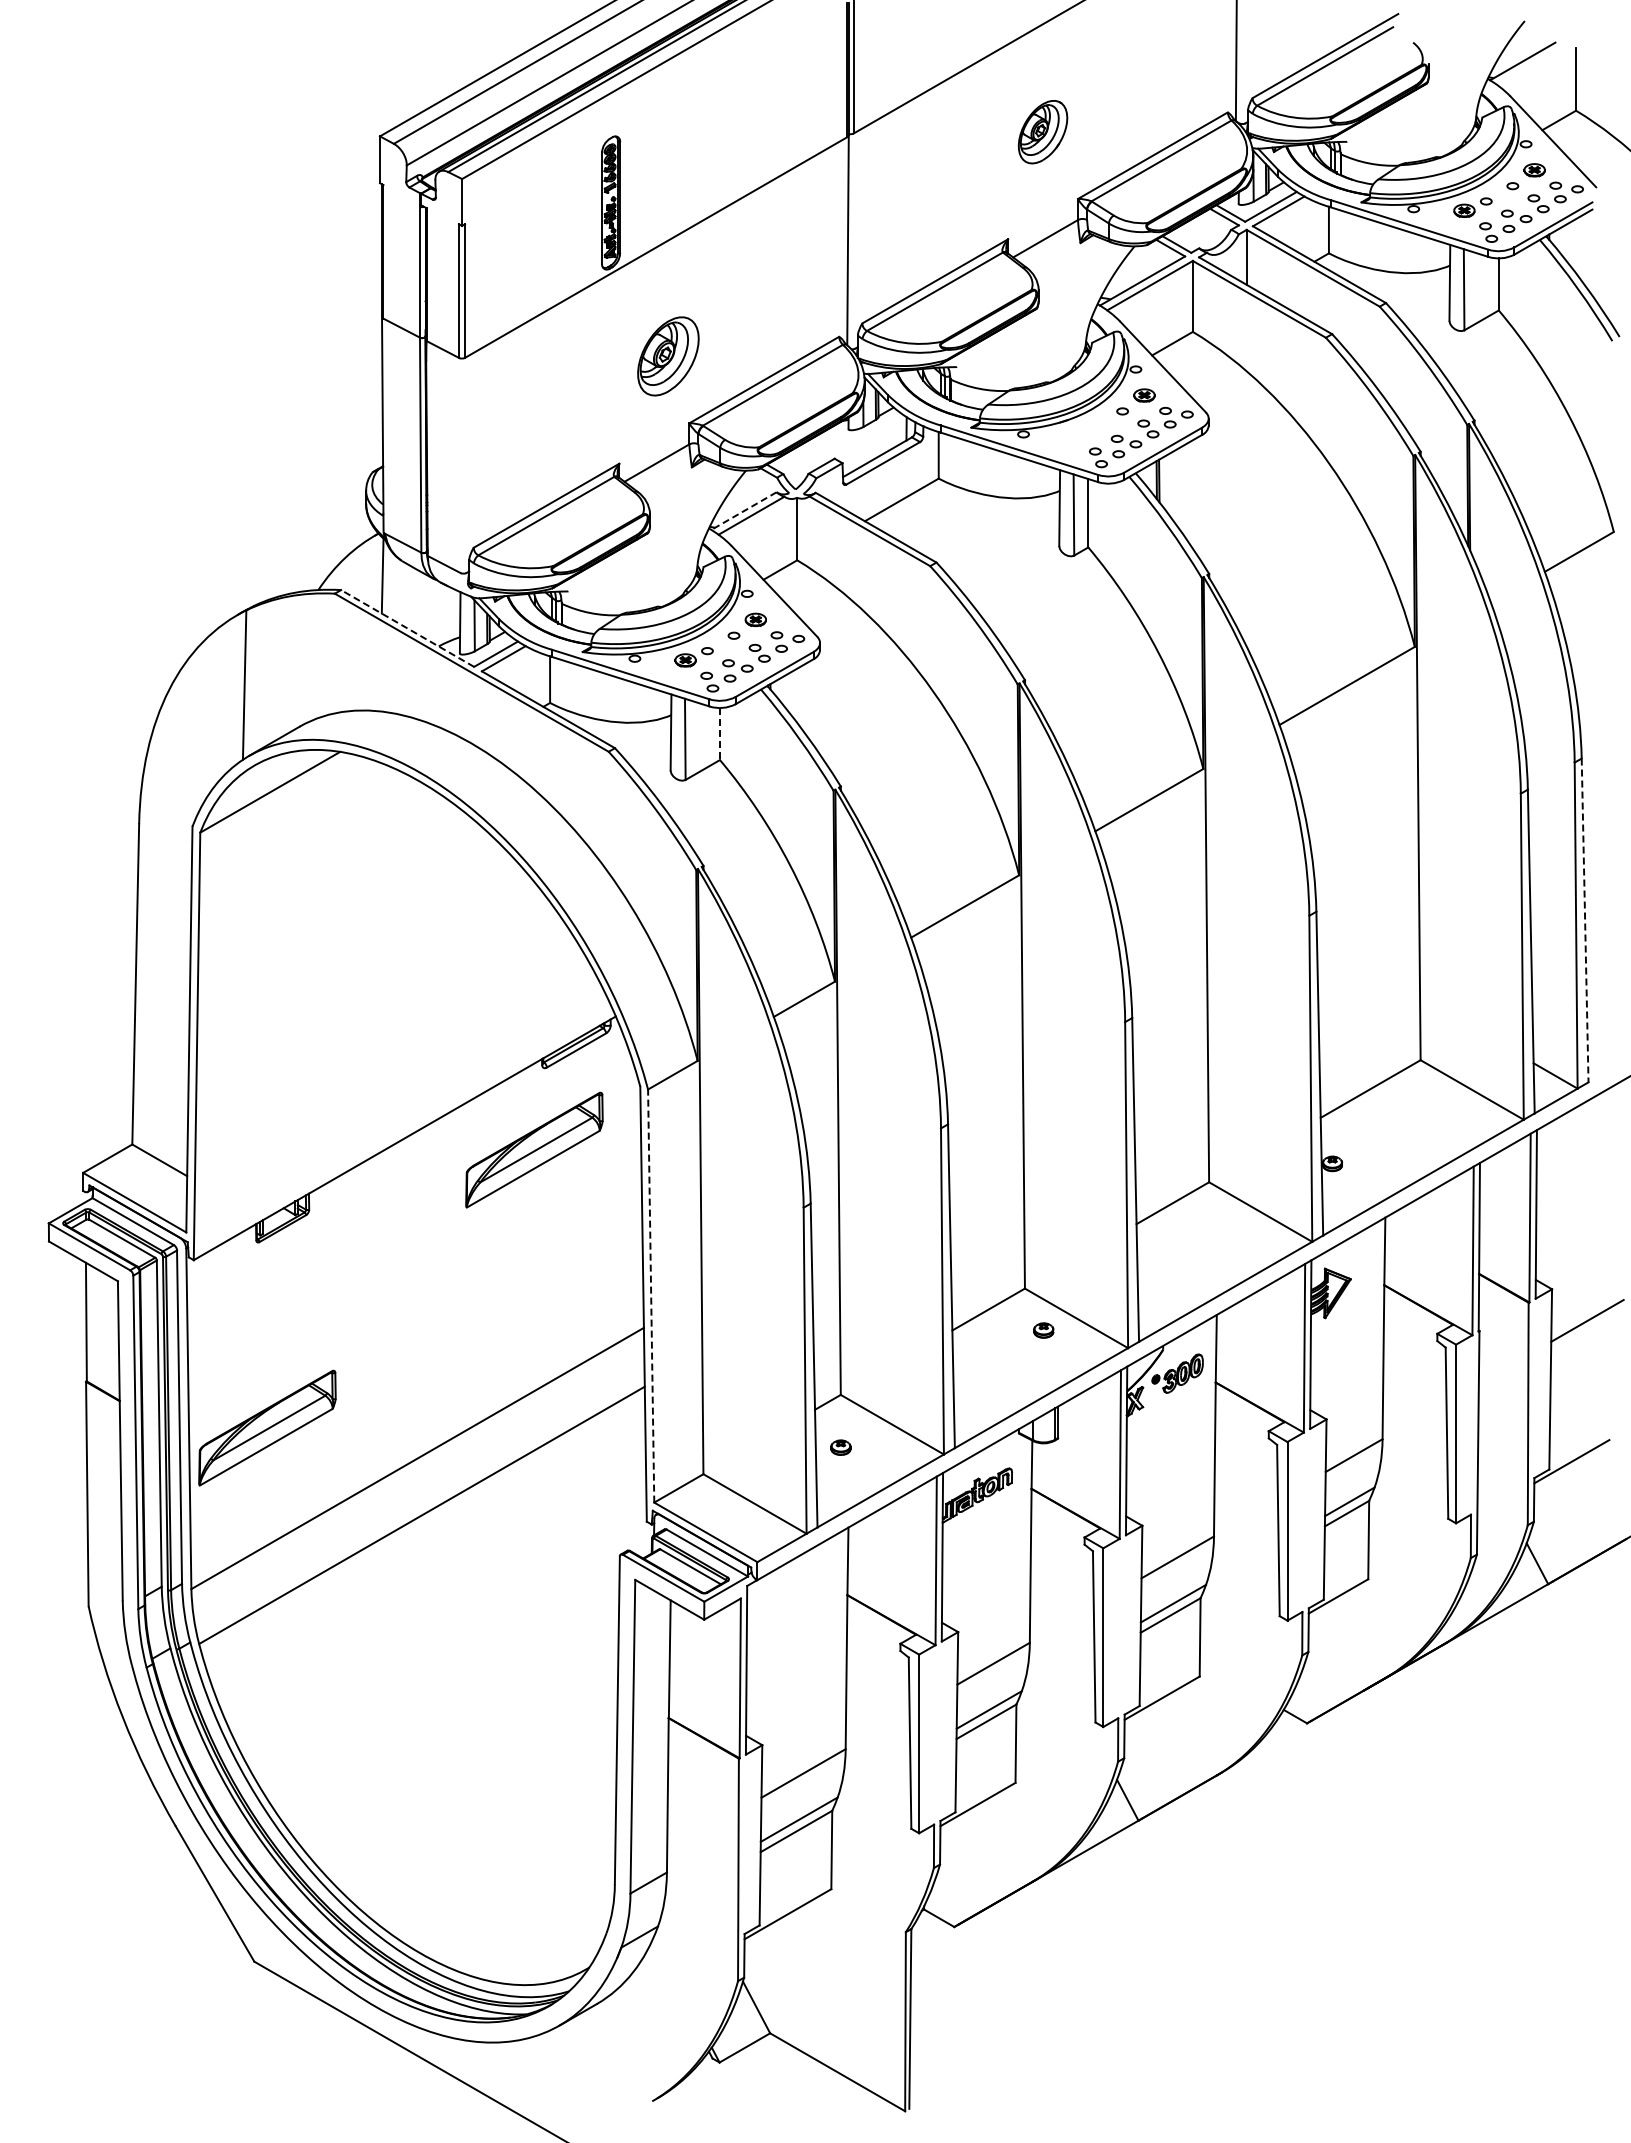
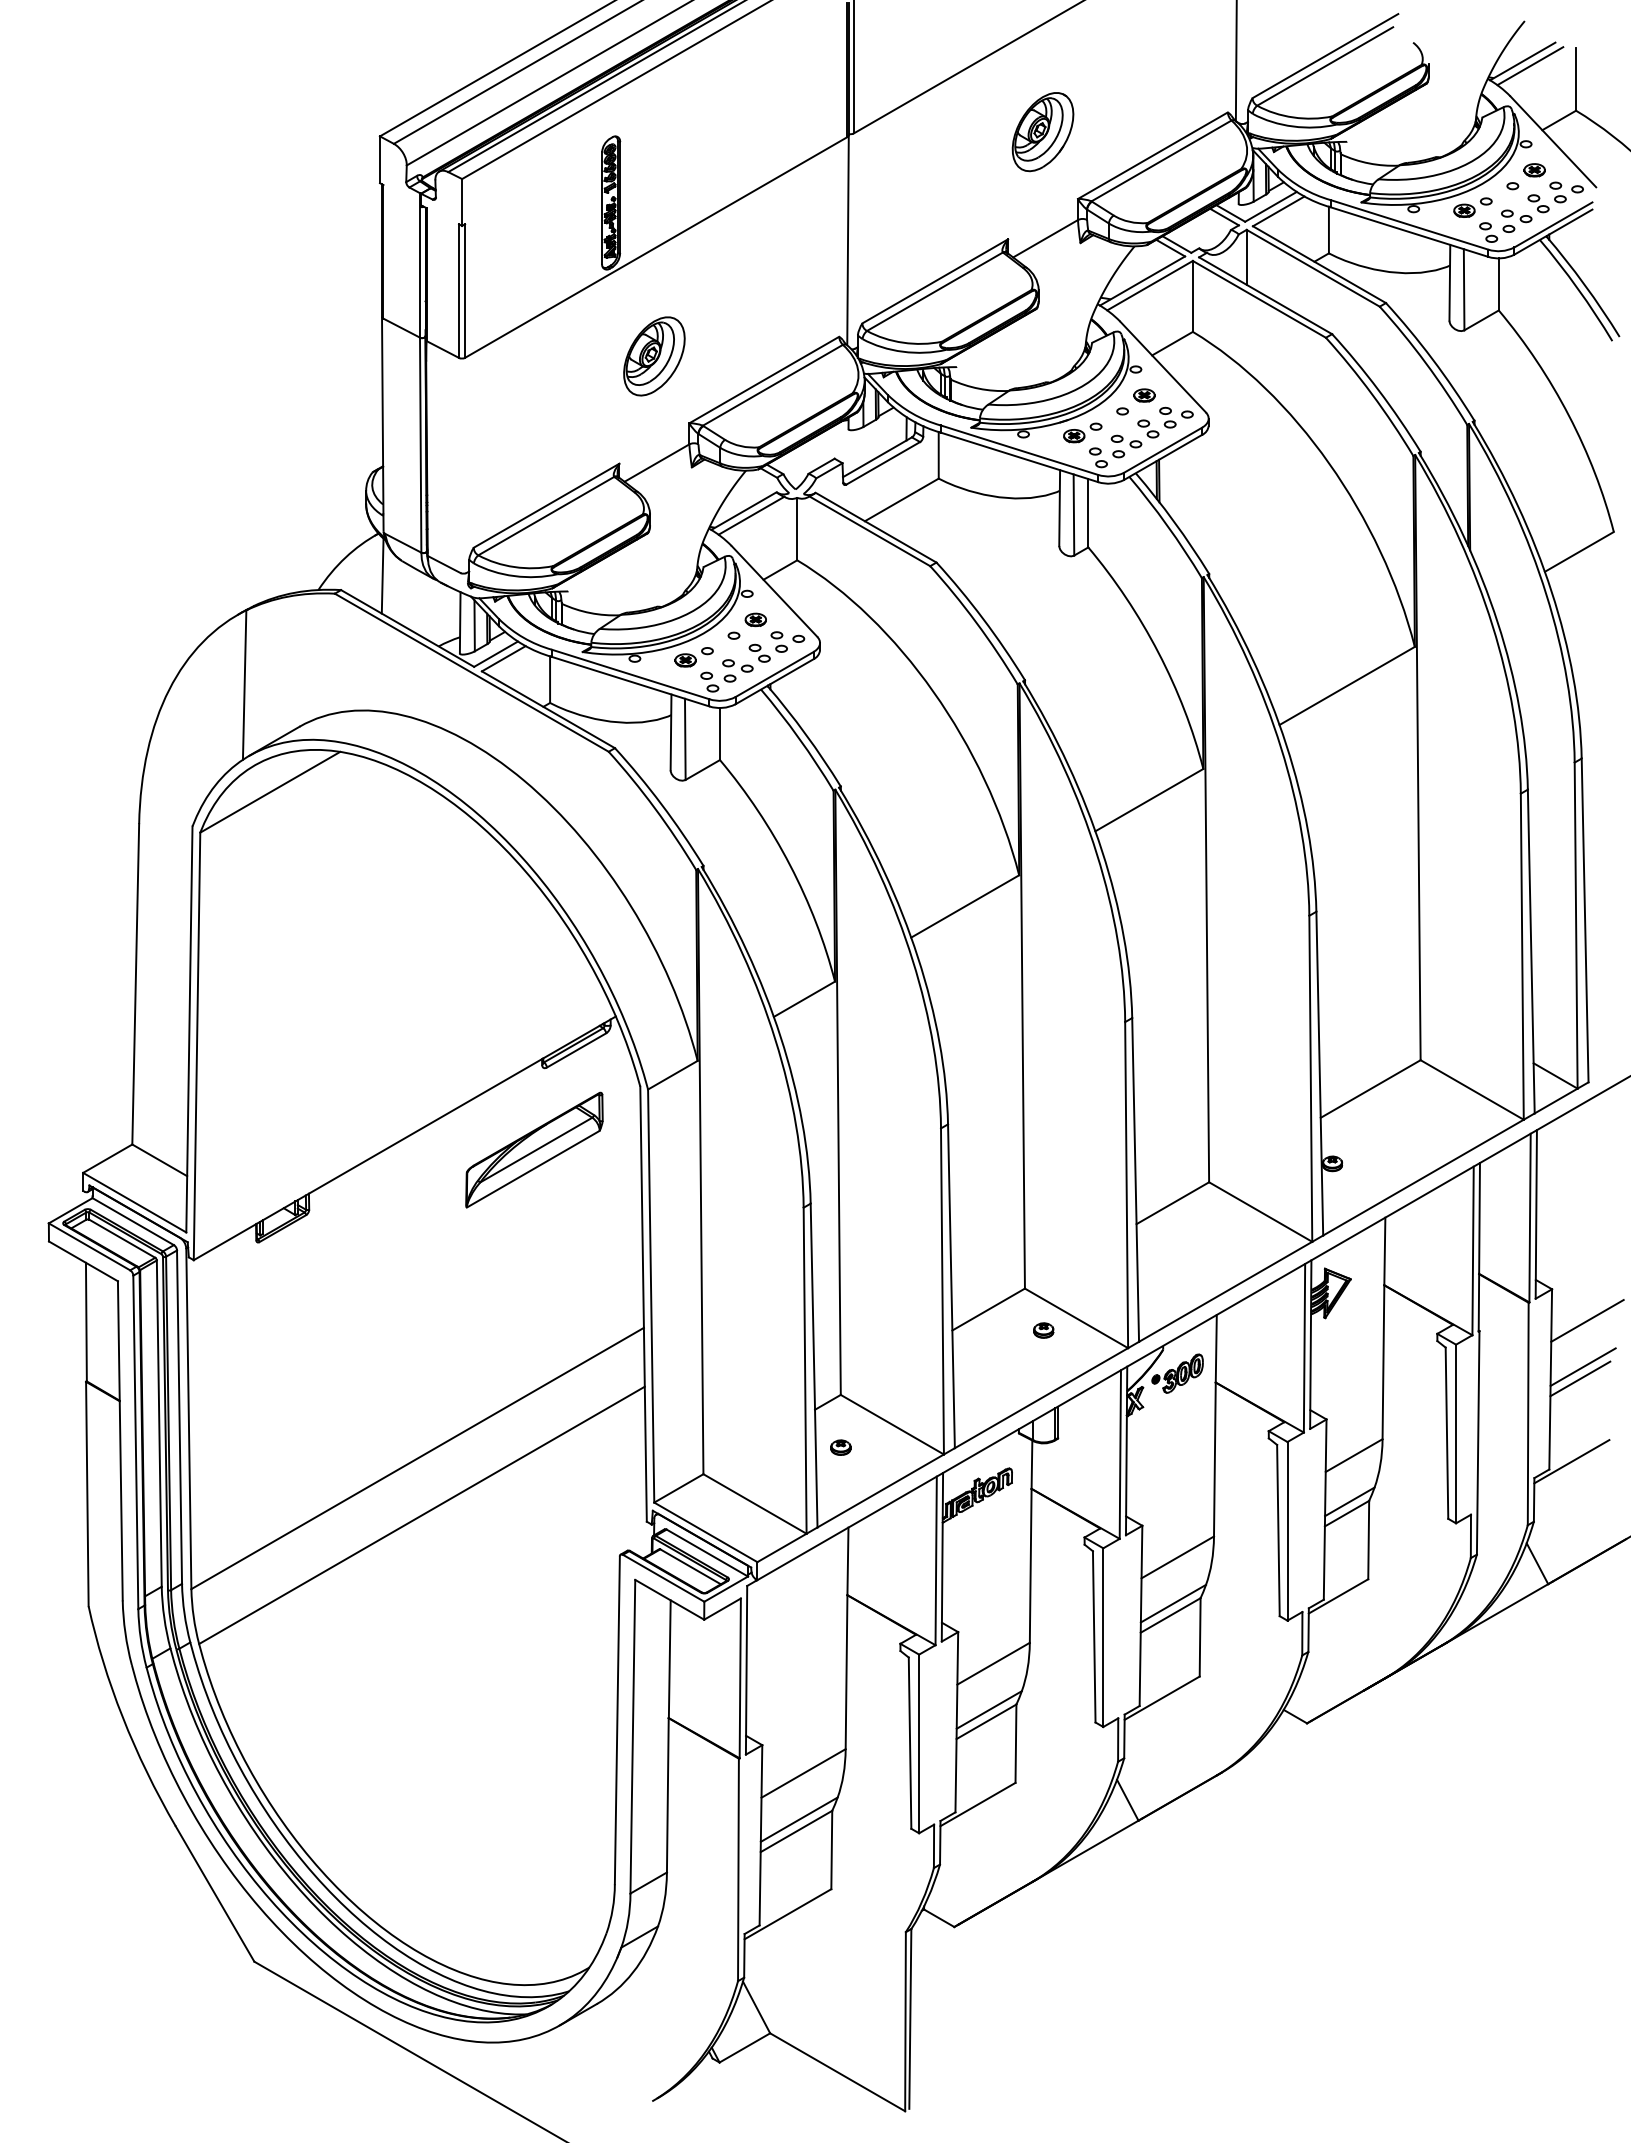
line at (1530, 66): none -> present
part at (1042, 132) size: 52x65 px -> 64x81 px
part at (668, 356) position: (668, 356) -> (654, 356)
part at (1082, 432): none -> present
line at (744, 511): dashed -> solid
line at (407, 628): dashed -> solid
line at (719, 734): dashed -> solid
line at (1585, 920): dashed -> solid
line at (651, 1296): dashed -> solid
line at (1582, 1366): none -> present
line at (1580, 1378): none -> present
part at (267, 1427): present -> none
